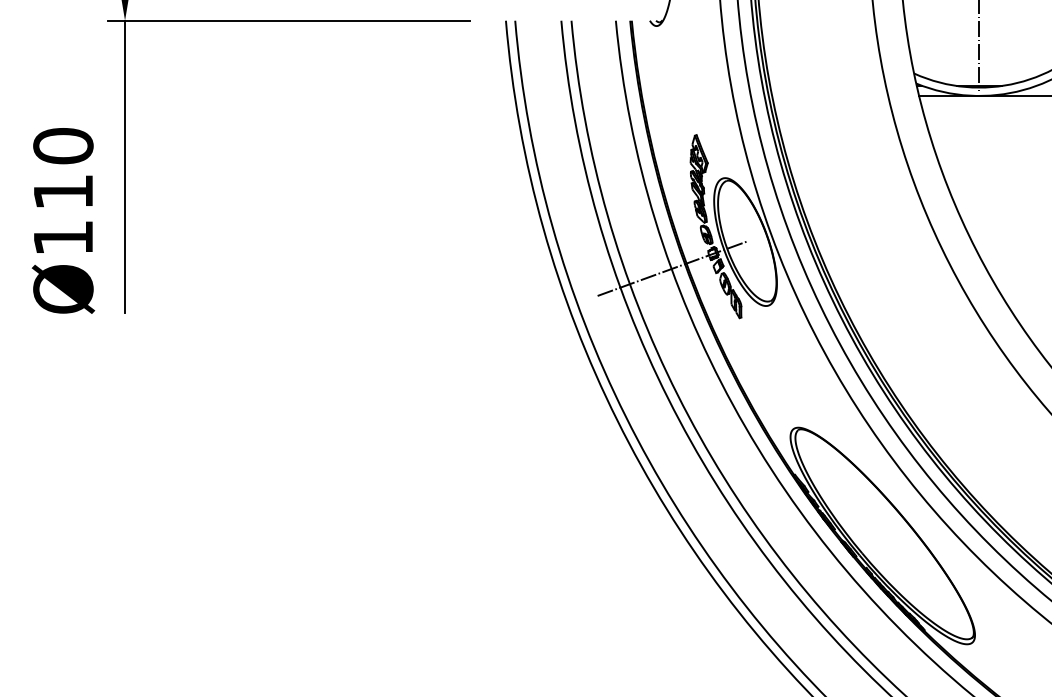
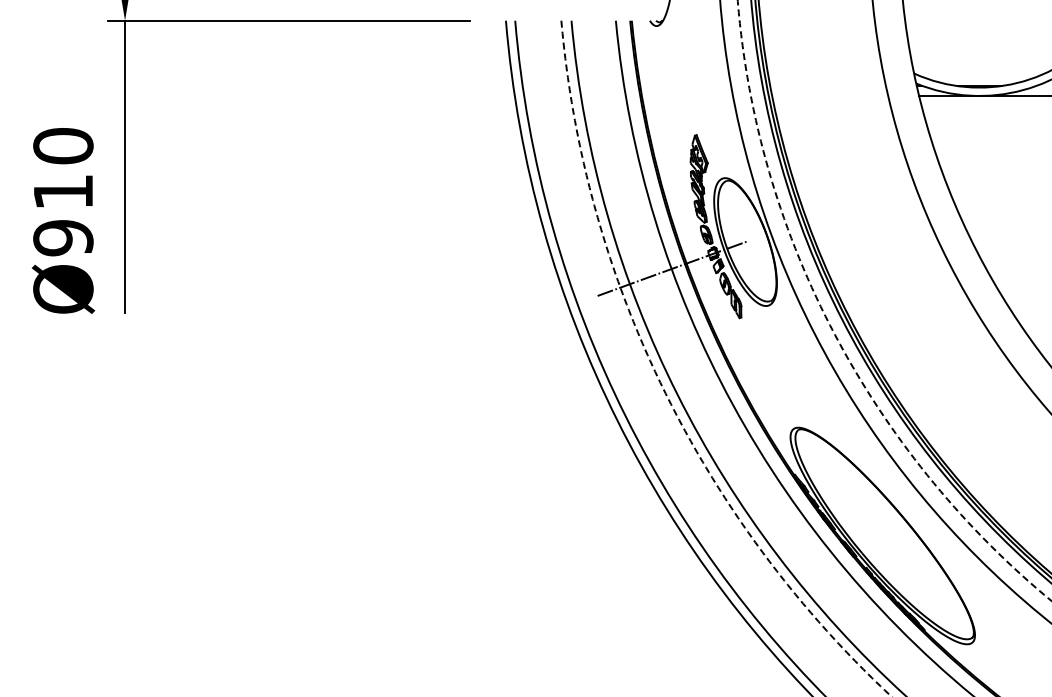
line at (979, 46): present -> none
text at (63, 238): Ø110 -> Ø910
circle at (894, 300): solid -> dashed
arc at (663, 388): solid -> dashed
